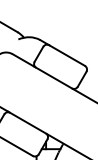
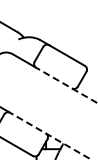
line at (65, 84): solid -> dashed
line at (49, 135): solid -> dashed
